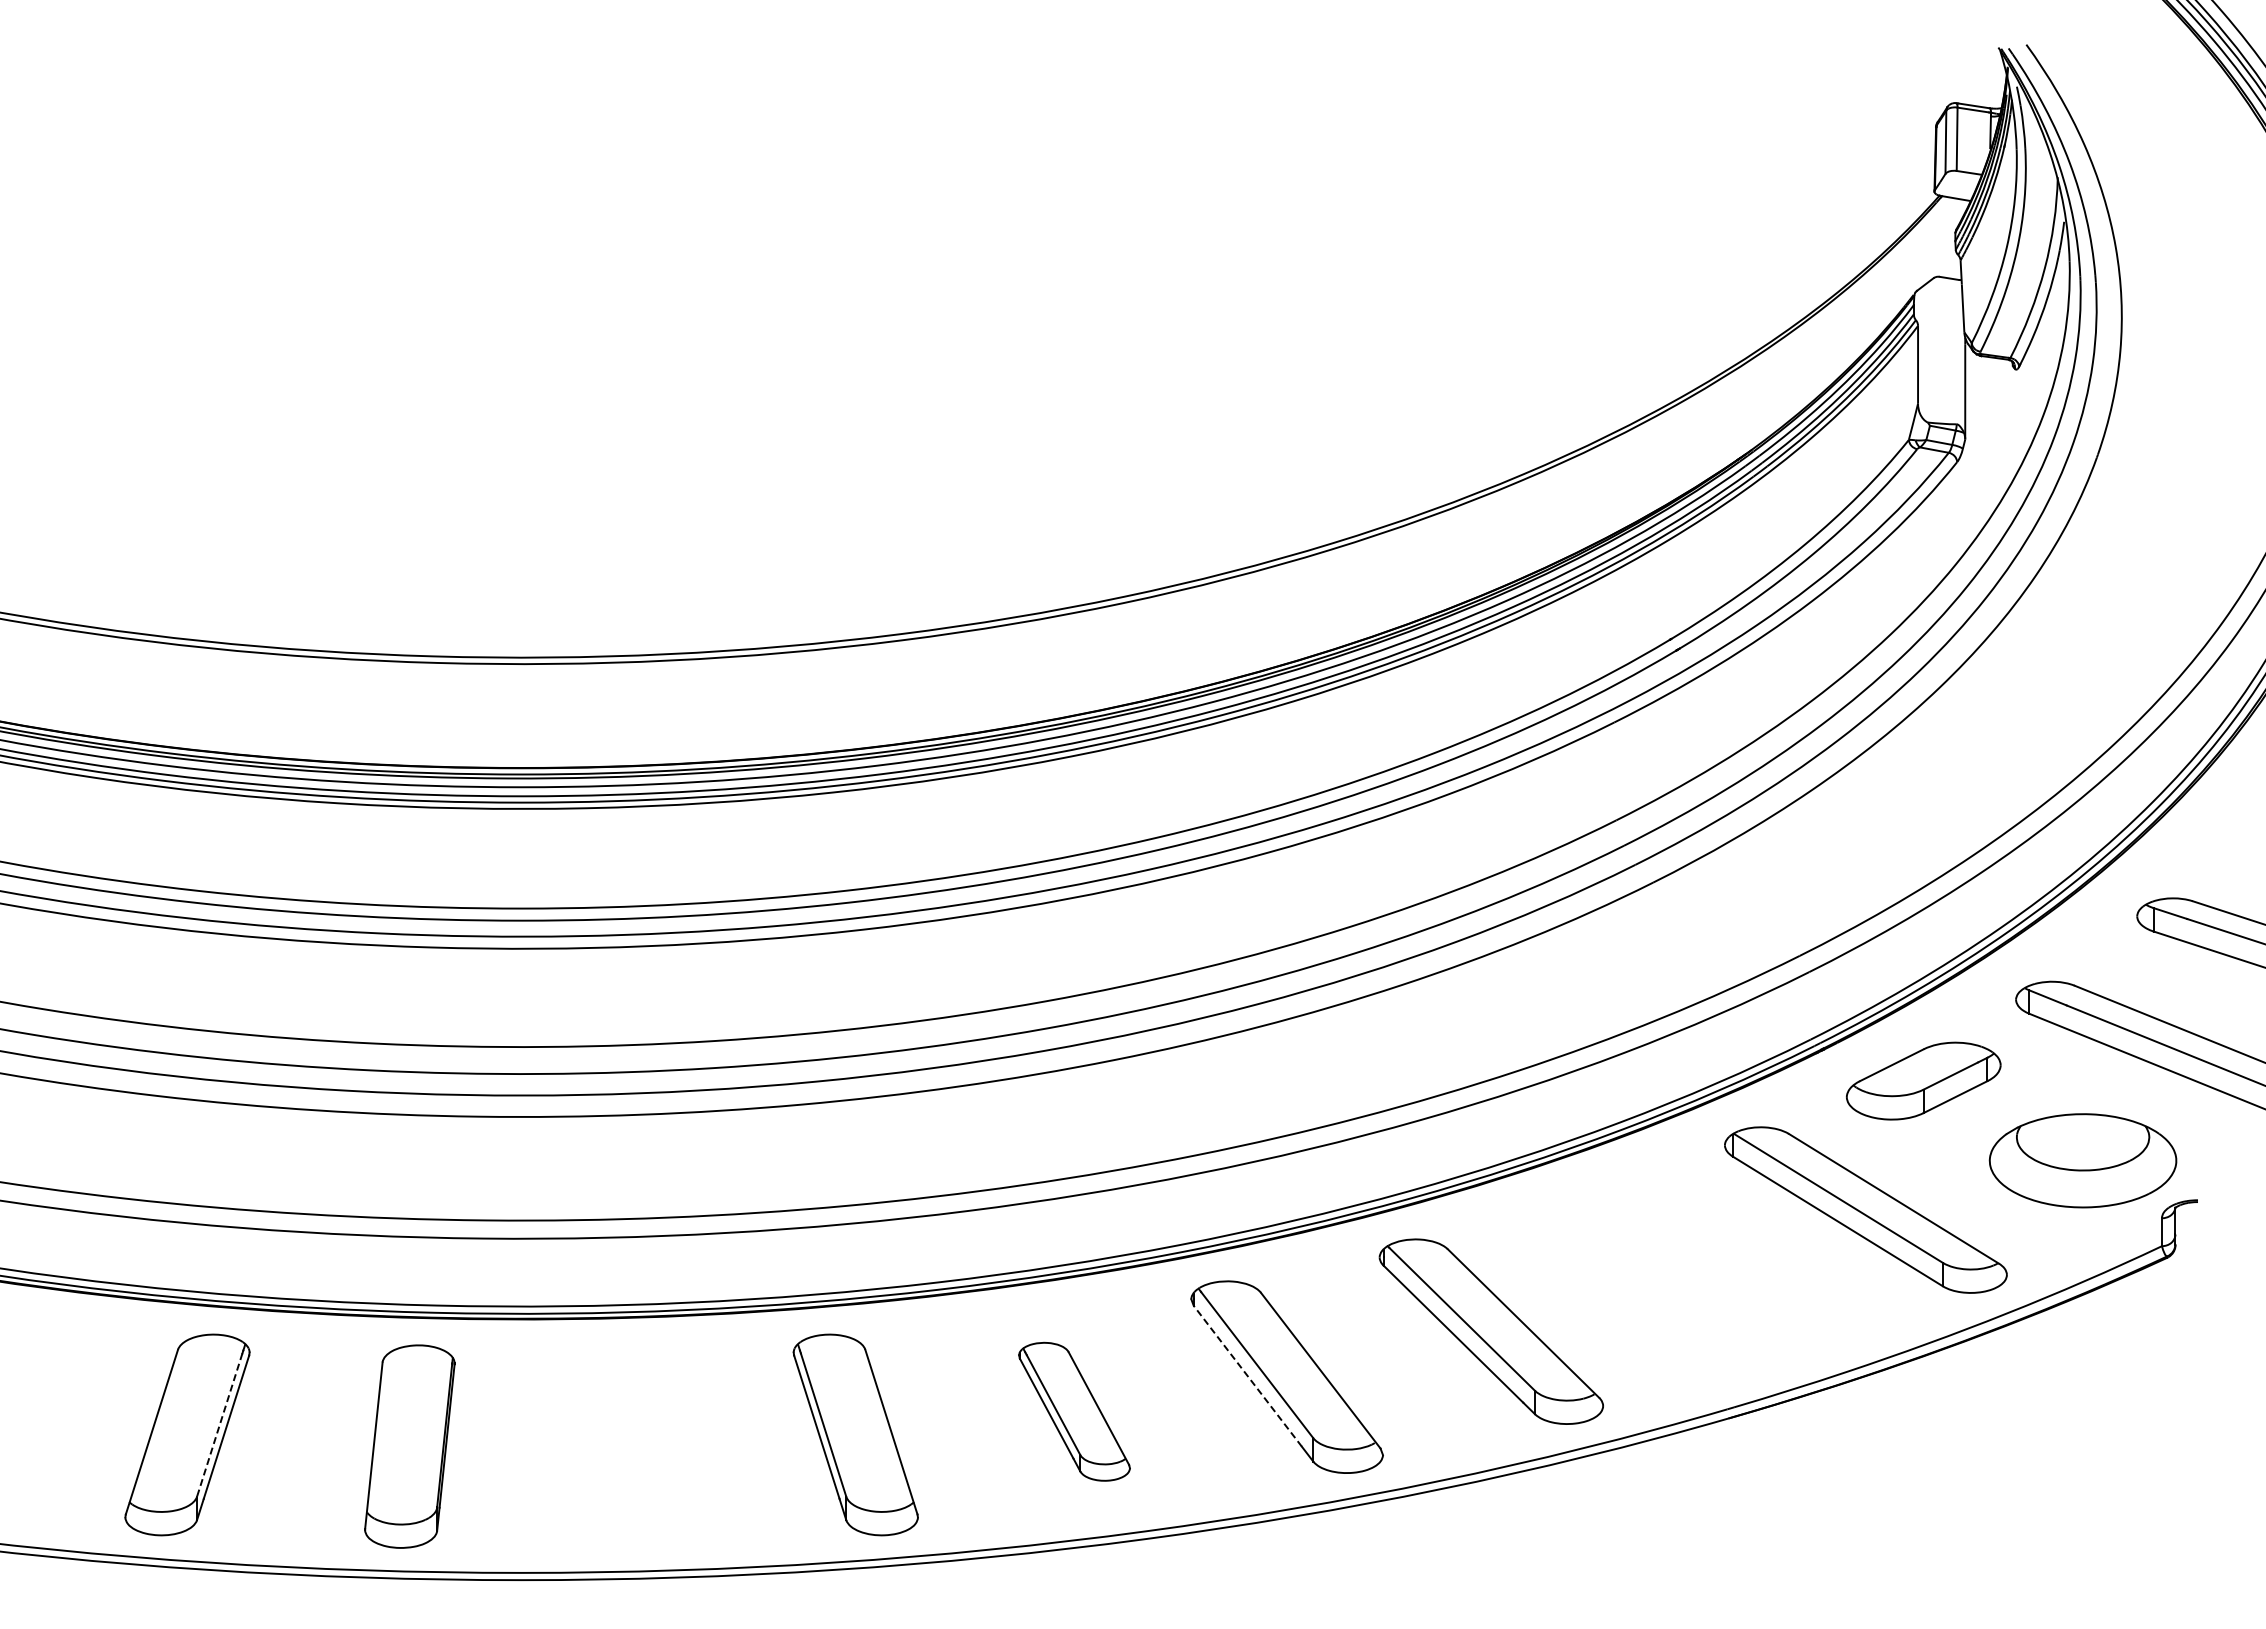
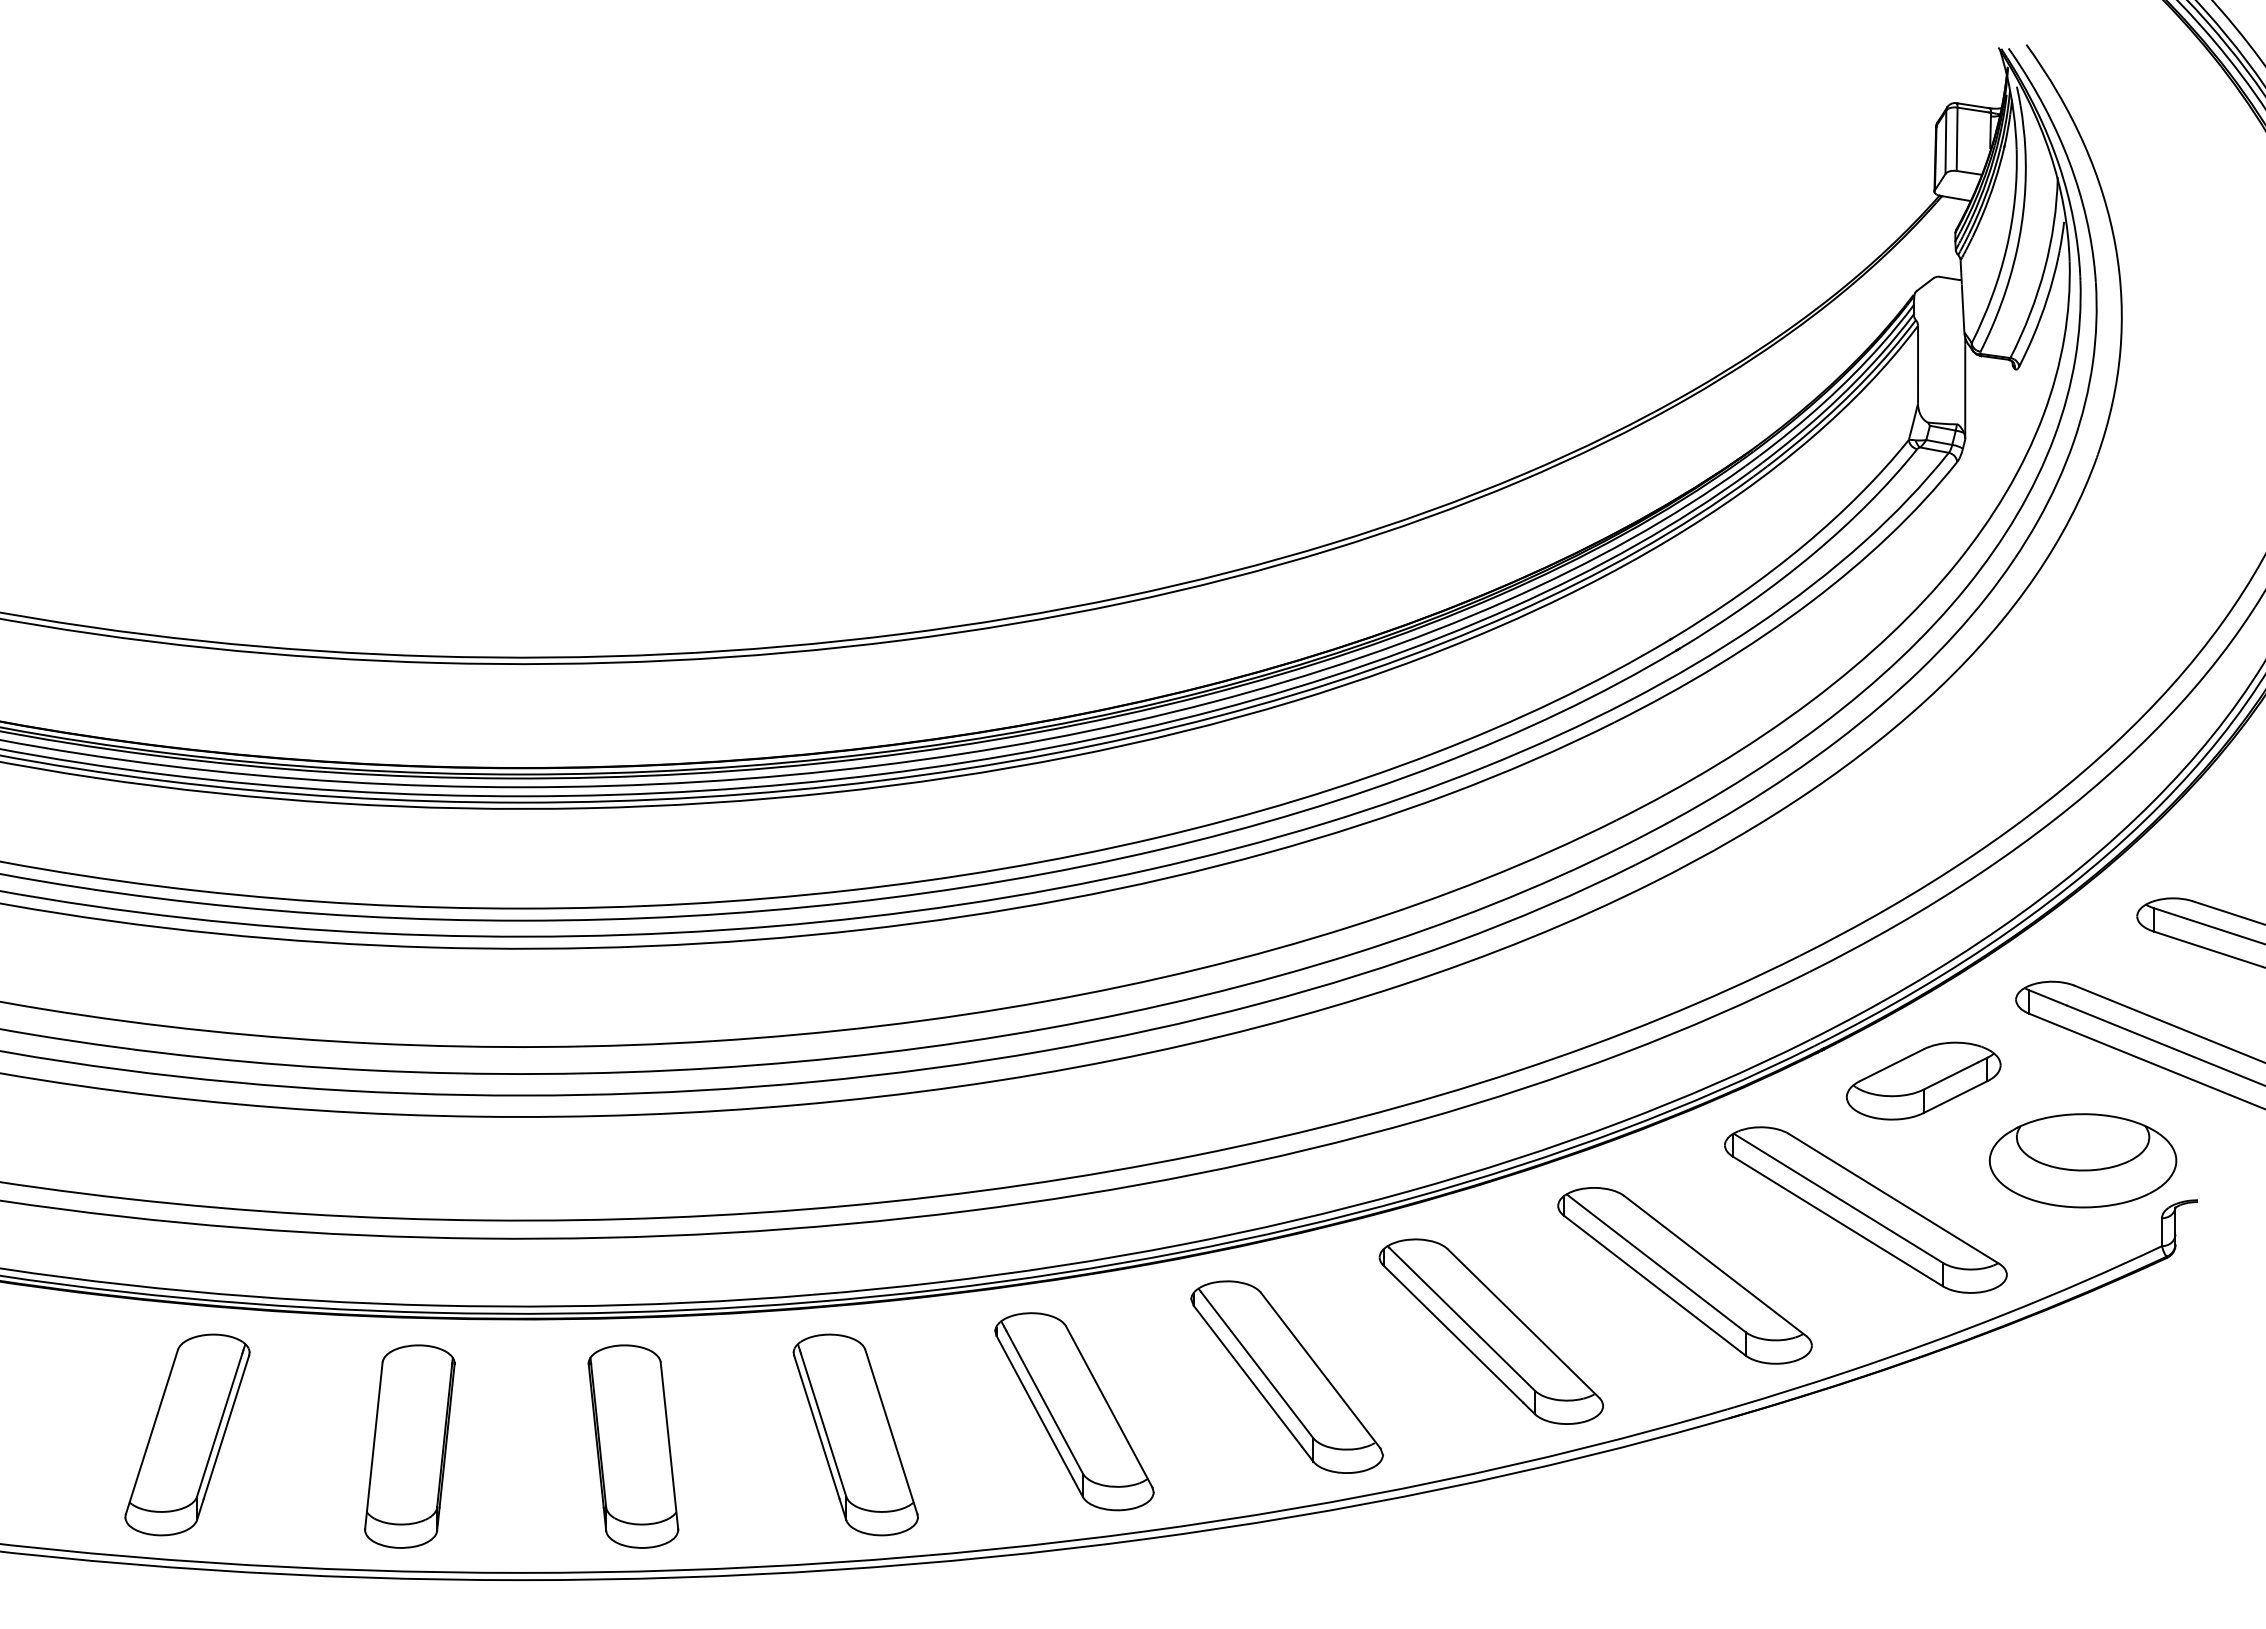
part at (1684, 1275): none -> present
line at (1247, 1376): dashed -> solid
part at (1074, 1411) size: 113x141 px -> 161x200 px
line at (219, 1425): dashed -> solid
part at (633, 1446): none -> present
